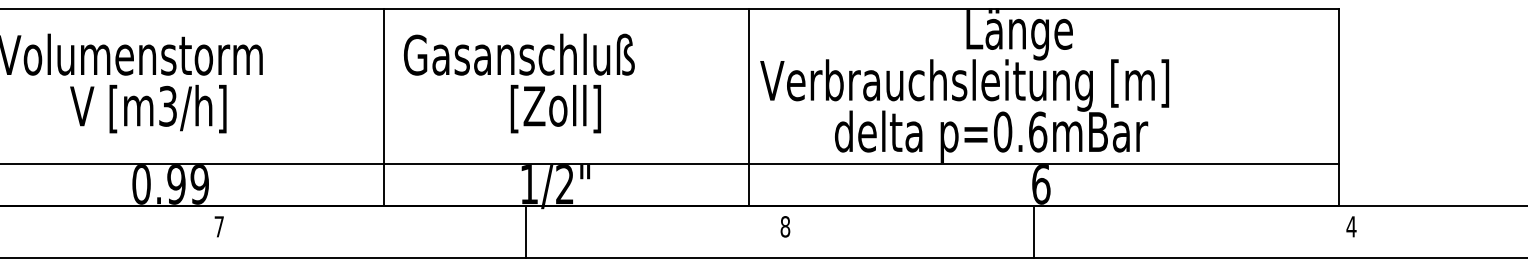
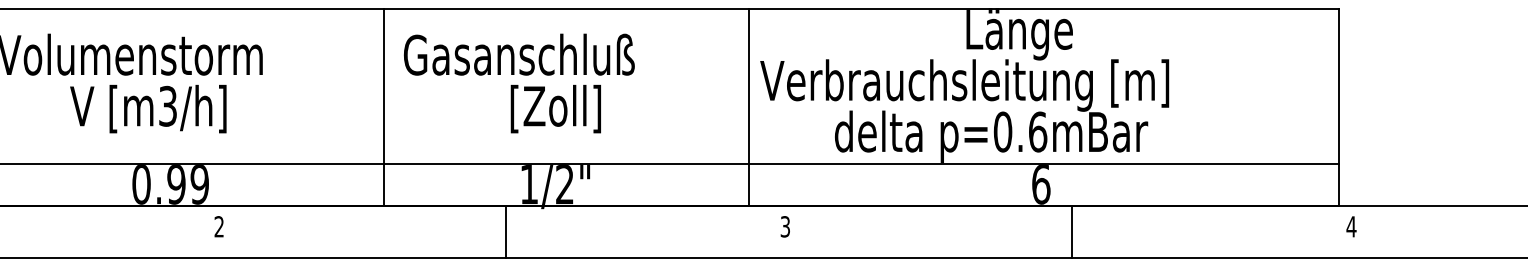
text at (218, 226): 7 -> 2
text at (785, 226): 8 -> 3
line at (525, 231) position: (525, 231) -> (505, 231)
line at (1033, 231) position: (1033, 231) -> (1071, 231)
